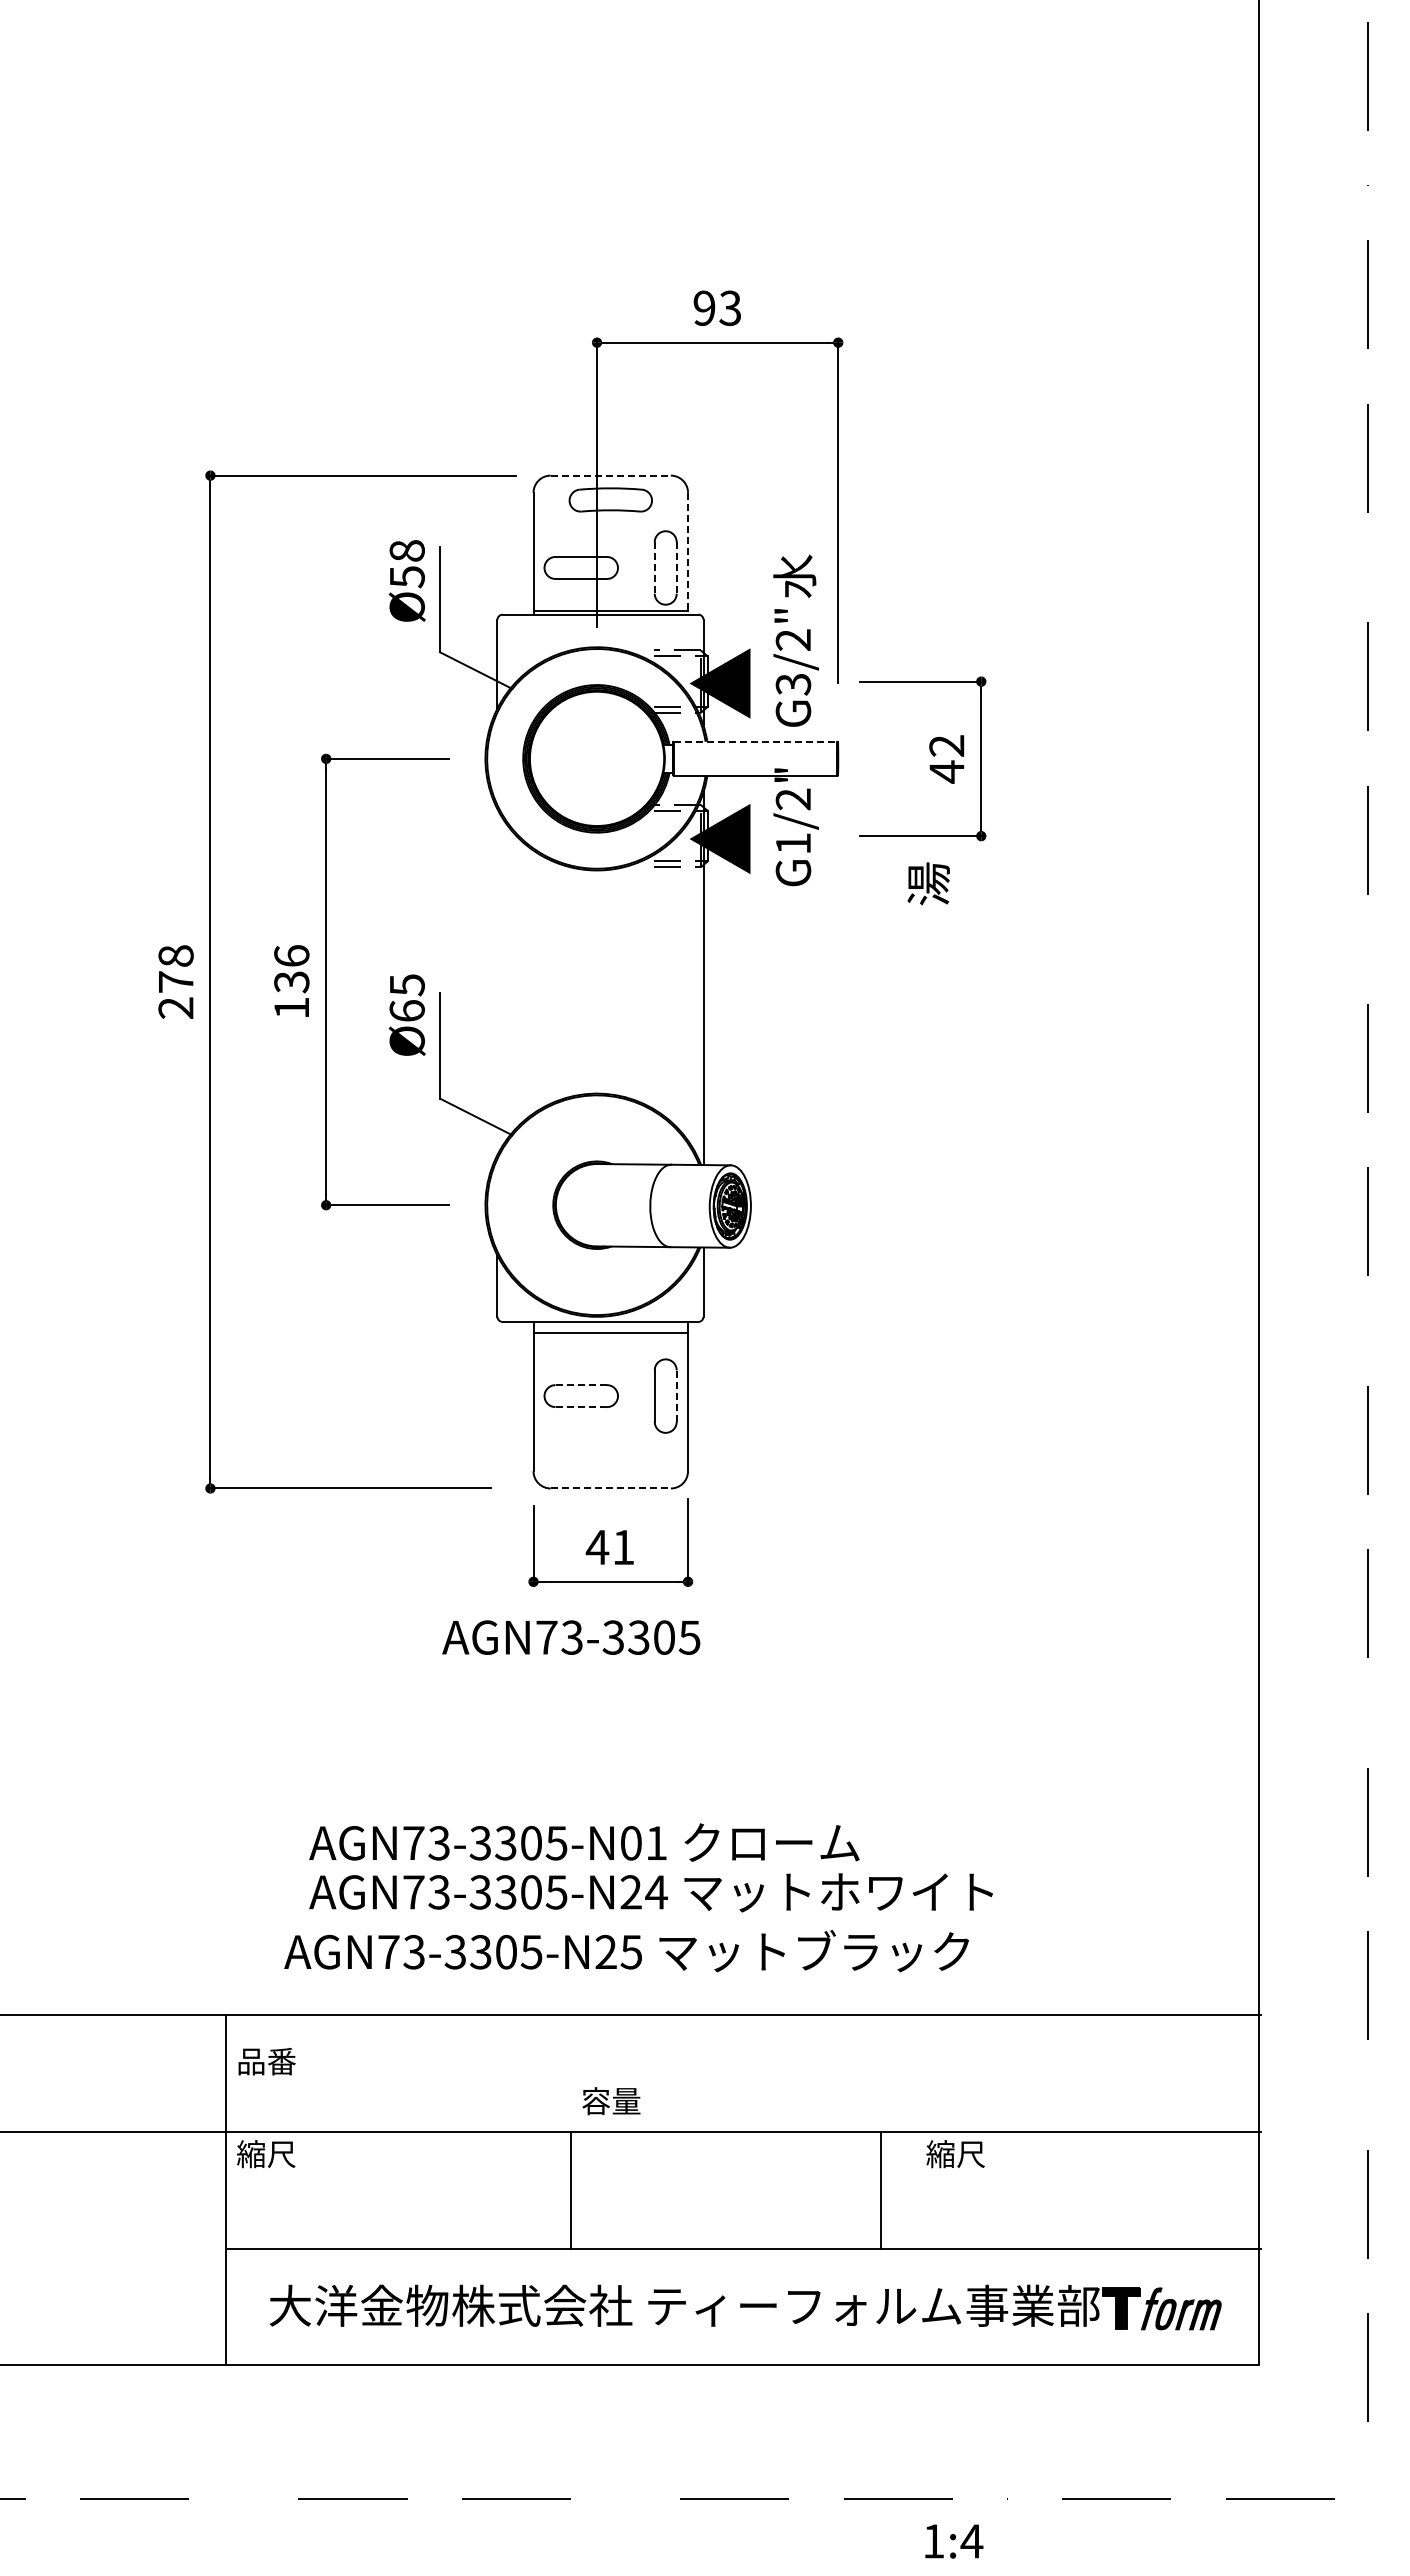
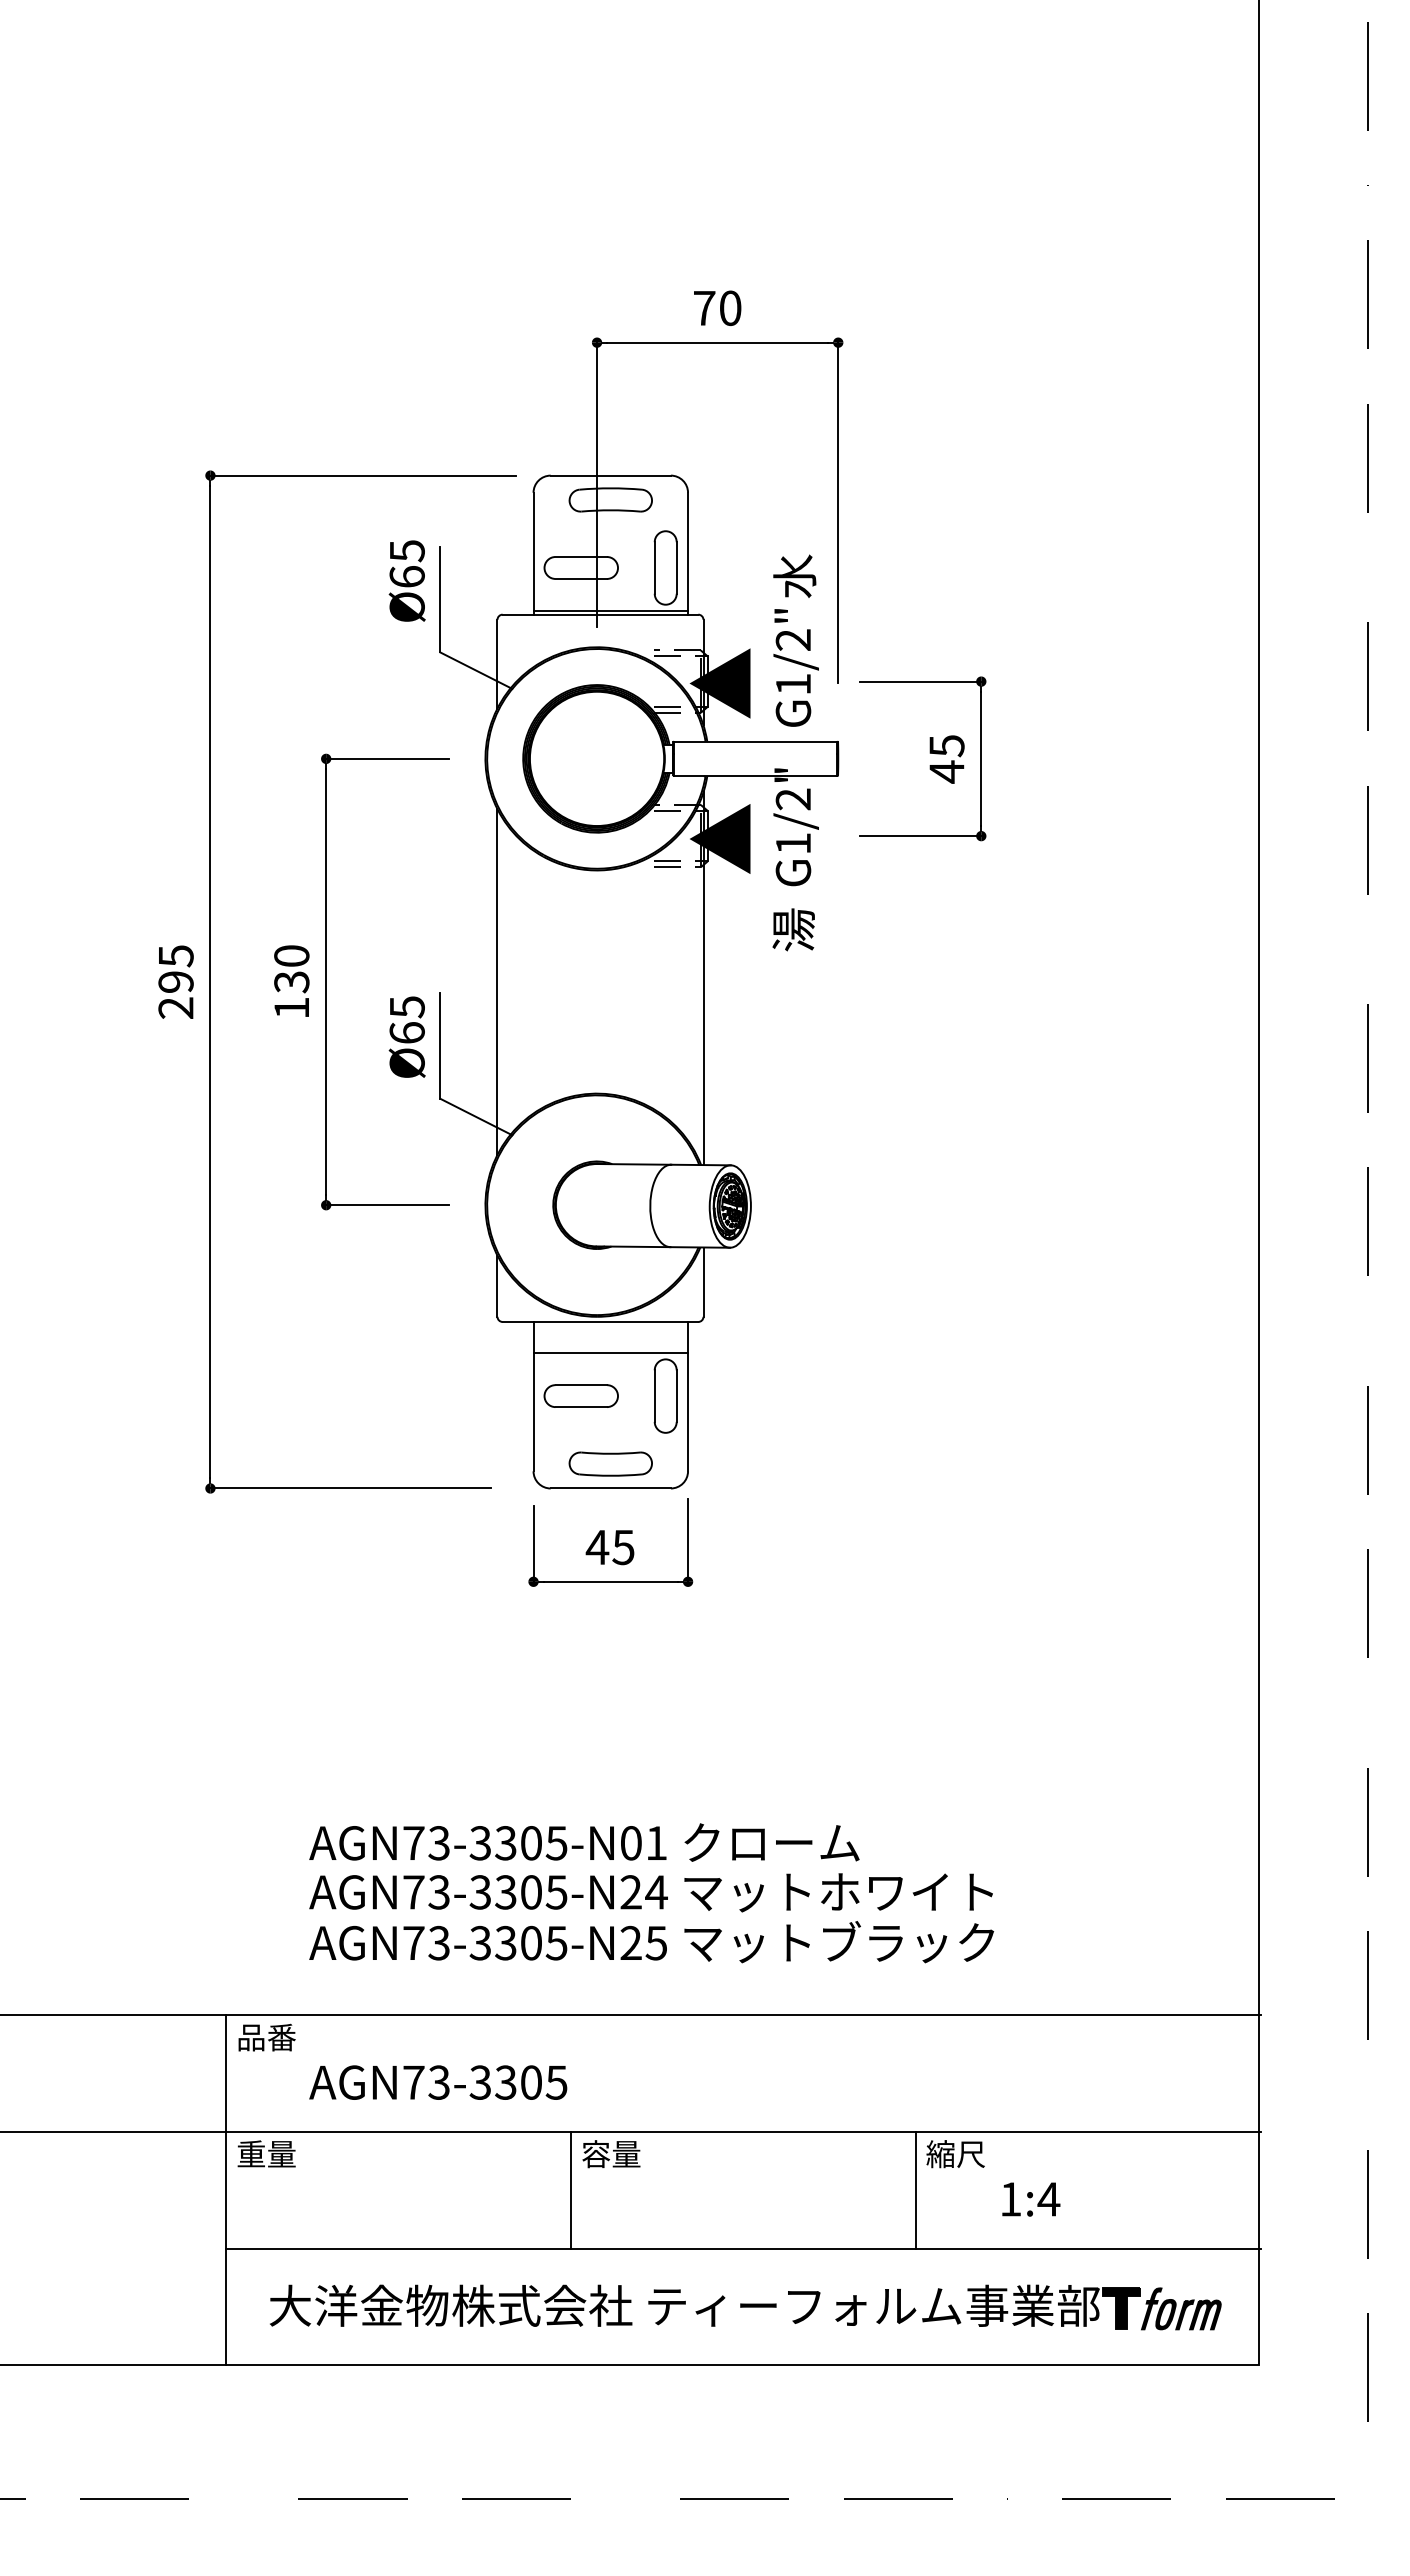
text at (717, 308): 93 -> 70
line at (611, 475): dashed -> solid
line at (688, 553): dashed -> solid
text at (406, 564): Ø58 -> Ø65
line at (654, 567): dashed -> solid
line at (676, 567): dashed -> solid
text at (793, 684): G3/2" -> G1/2"
line at (755, 741): dashed -> solid
text at (946, 746): 42 -> 45
text at (928, 883) position: (928, 883) -> (793, 929)
text at (291, 955): 136 -> 130
text at (175, 968): 278 -> 295
line at (497, 981): none -> present
text at (406, 1014) position: (406, 1014) -> (406, 1036)
line at (610, 1332) position: (610, 1332) -> (610, 1352)
line at (581, 1385): dashed -> solid
line at (676, 1396): dashed -> solid
line at (581, 1407): dashed -> solid
part at (610, 1463): none -> present
line at (611, 1488): dashed -> solid
text at (623, 1547): 41 -> 45
text at (571, 1637) position: (571, 1637) -> (438, 2082)
text at (626, 1951) position: (626, 1951) -> (651, 1942)
text at (266, 2061) position: (266, 2061) -> (266, 2037)
text at (611, 2101) position: (611, 2101) -> (611, 2154)
text at (266, 2154): 縮尺 -> 重量
line at (880, 2189) position: (880, 2189) -> (915, 2189)
text at (954, 2541) position: (954, 2541) -> (1031, 2199)
